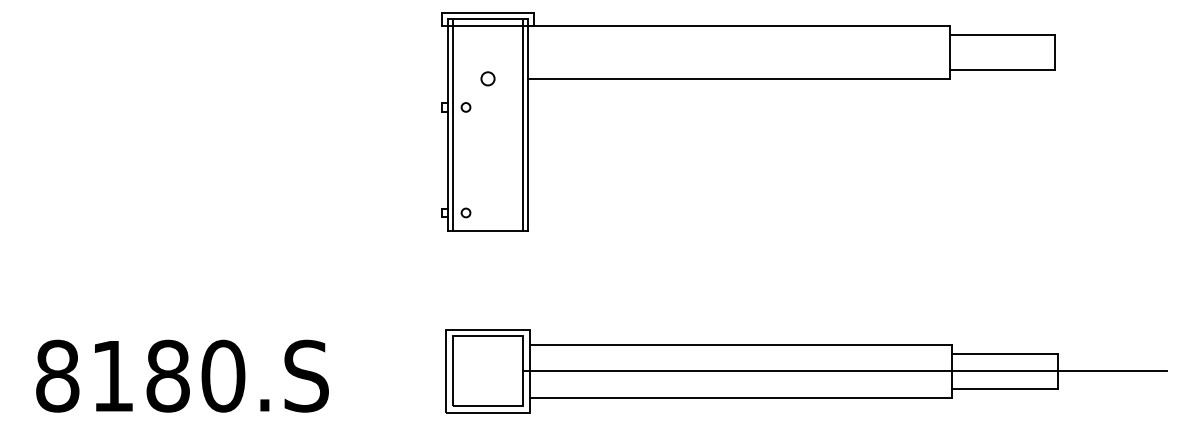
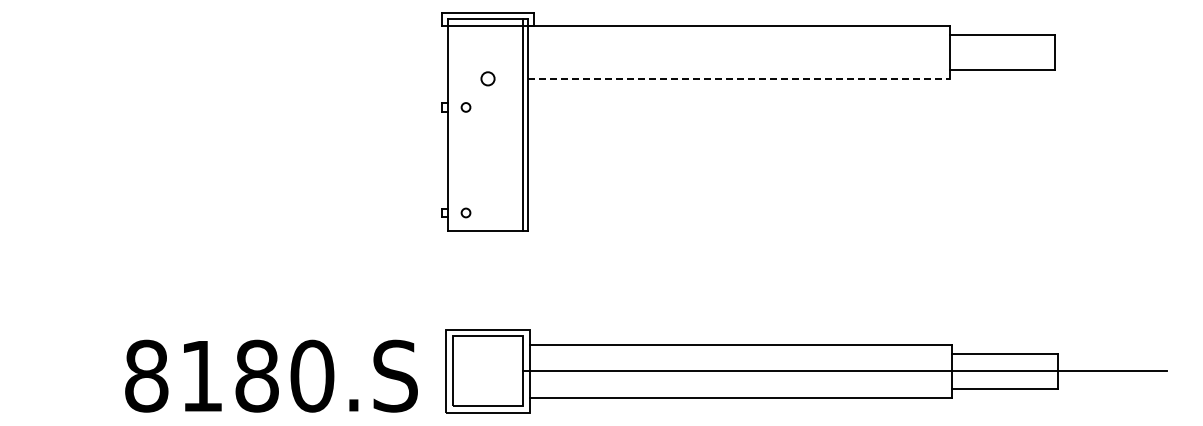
line at (739, 78): solid -> dashed
line at (452, 124): present -> none
text at (182, 375) position: (182, 375) -> (271, 375)
